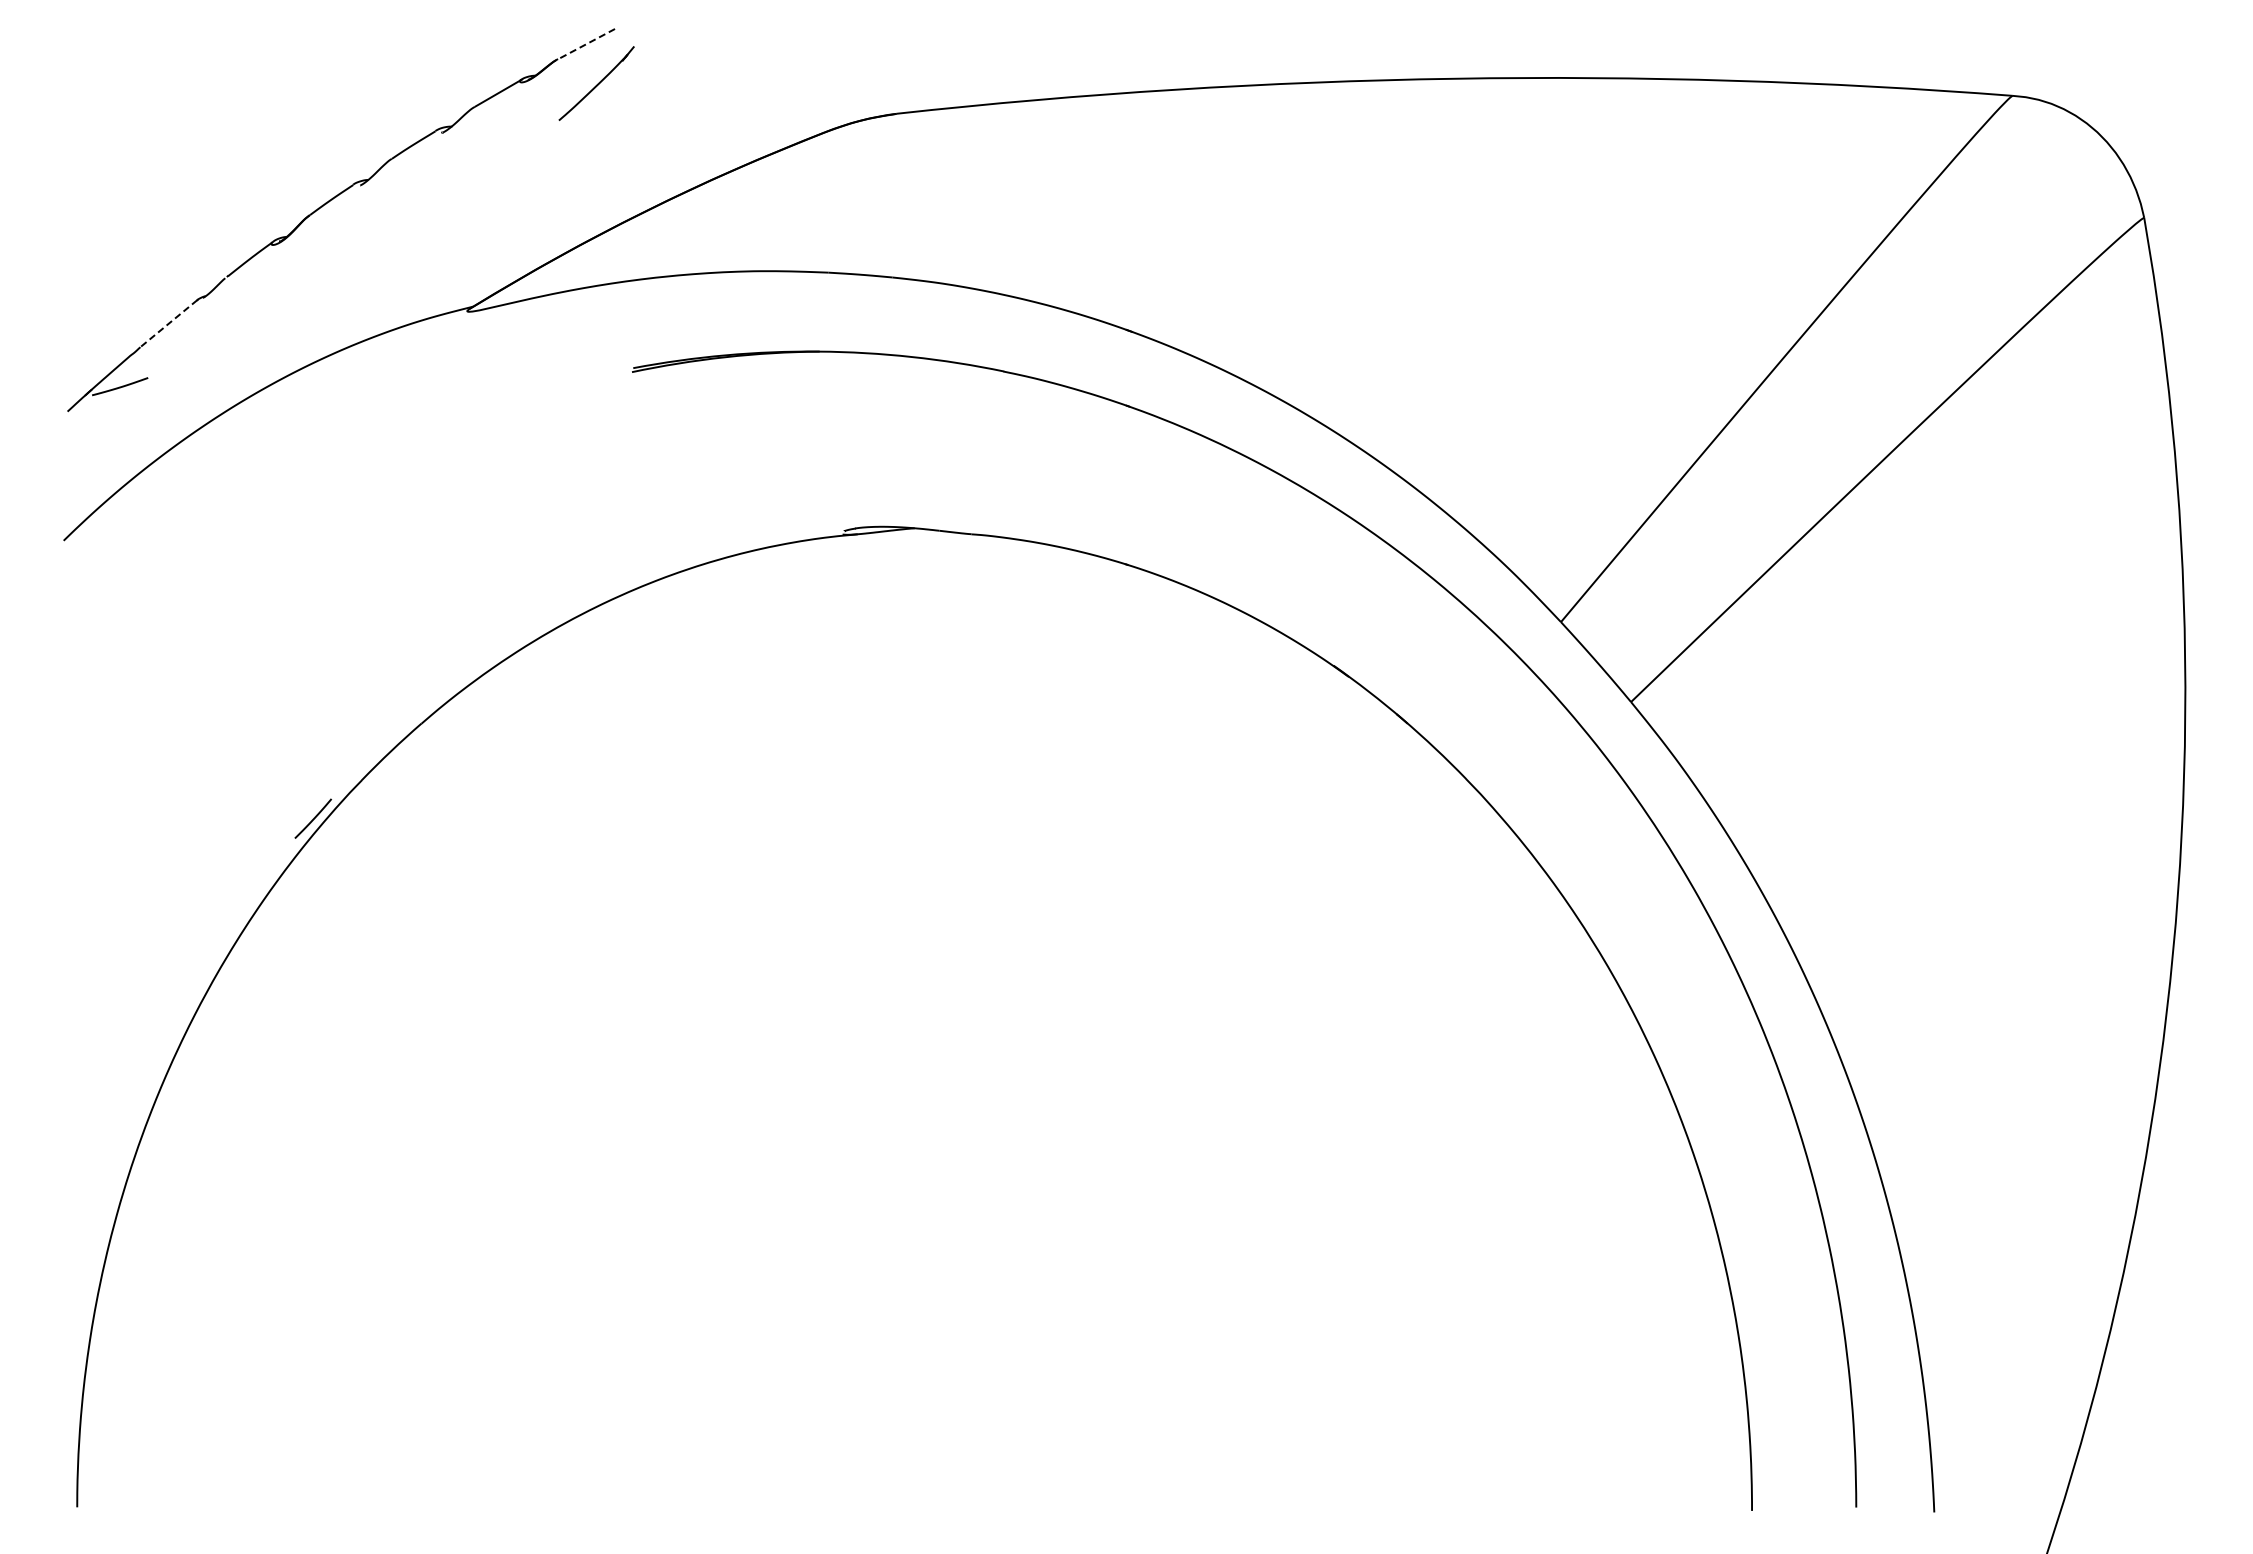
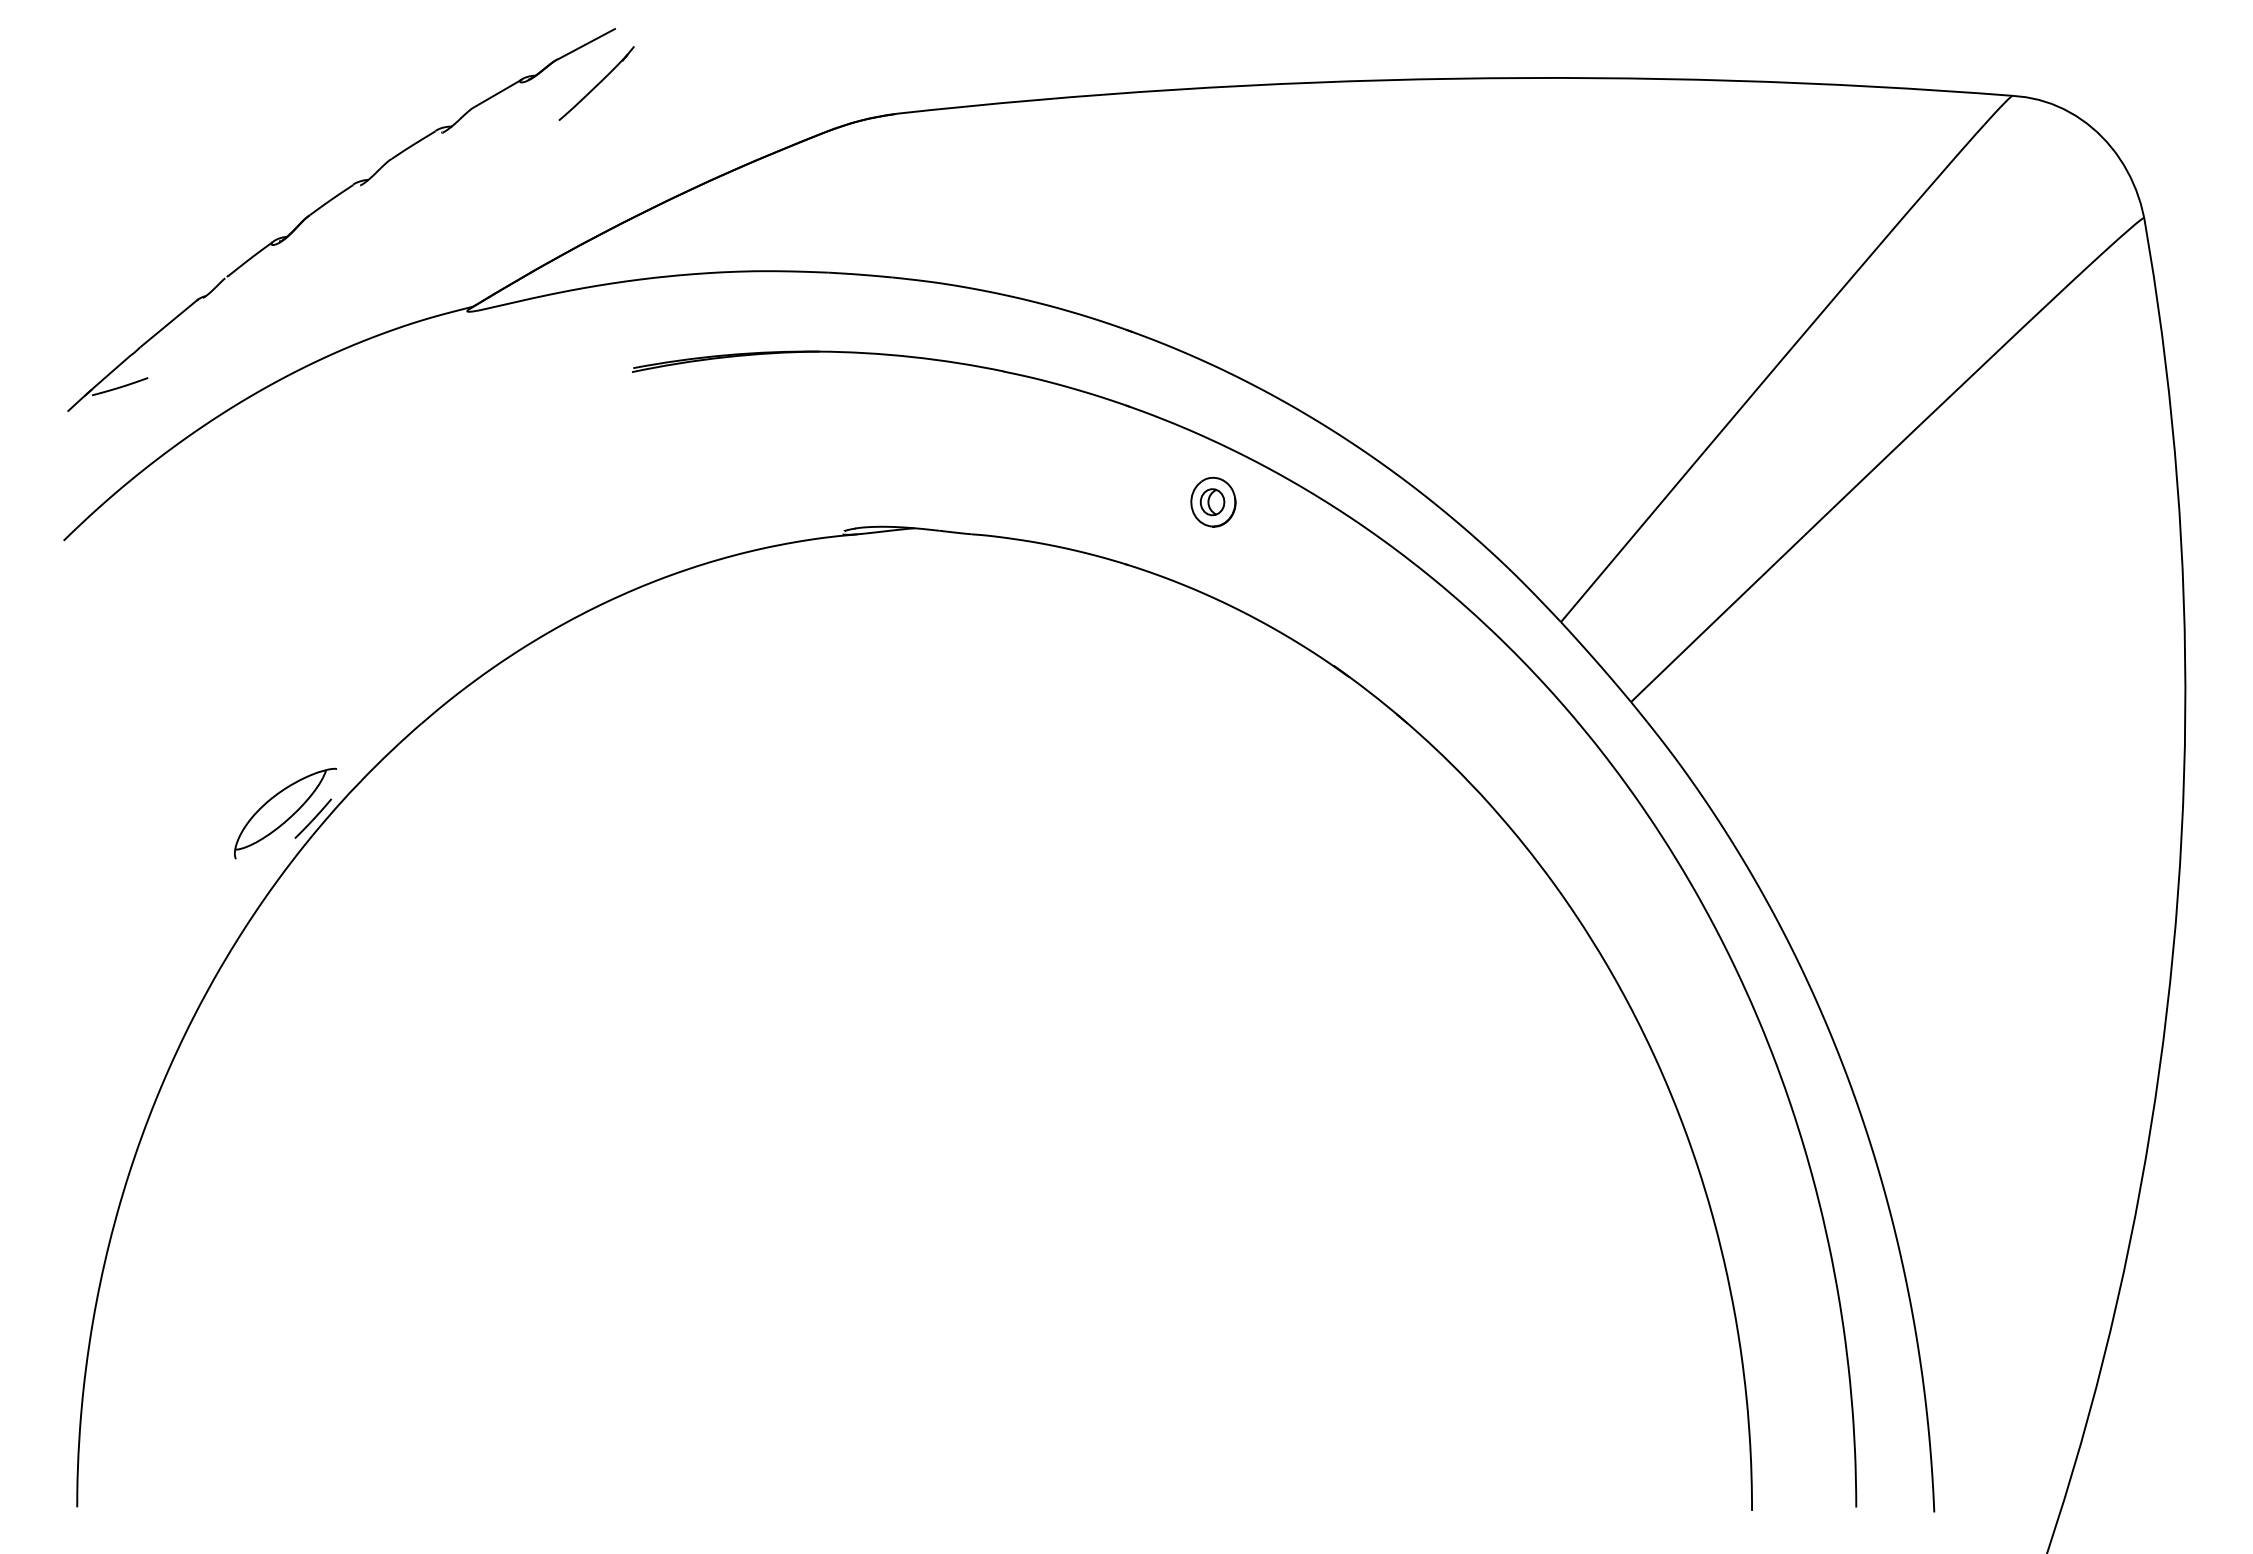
line at (586, 44): dashed -> solid
line at (169, 323): dashed -> solid
part at (1213, 501): none -> present
part at (285, 813): none -> present
